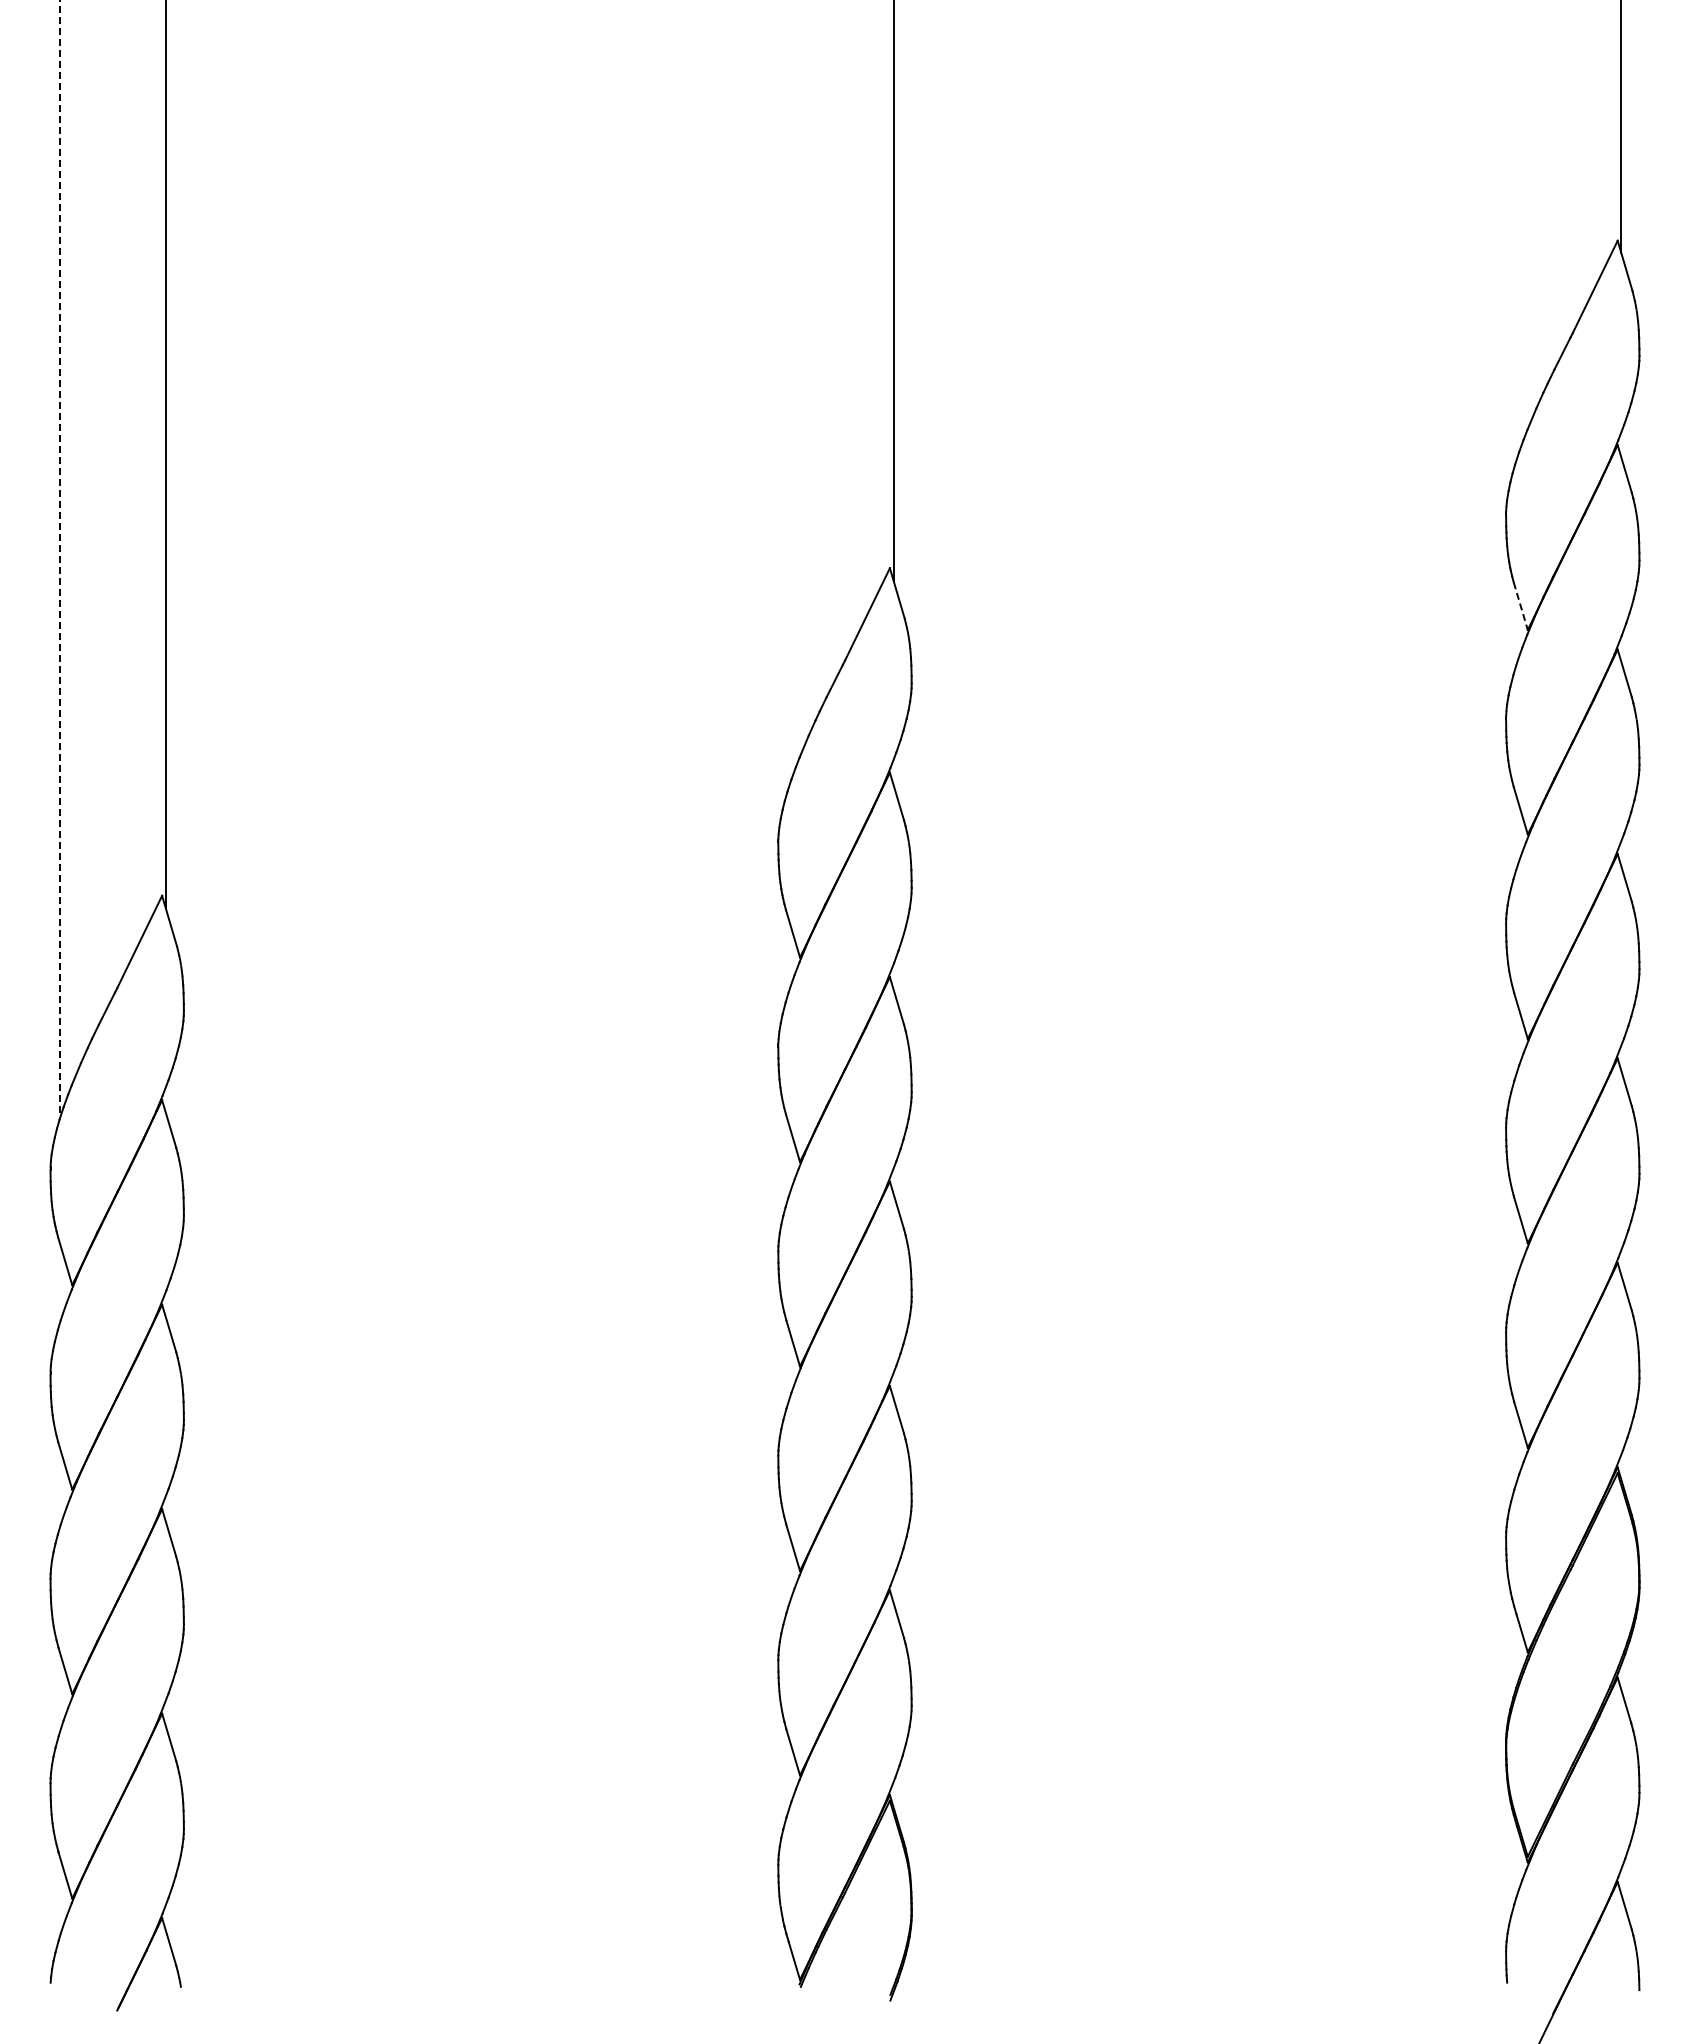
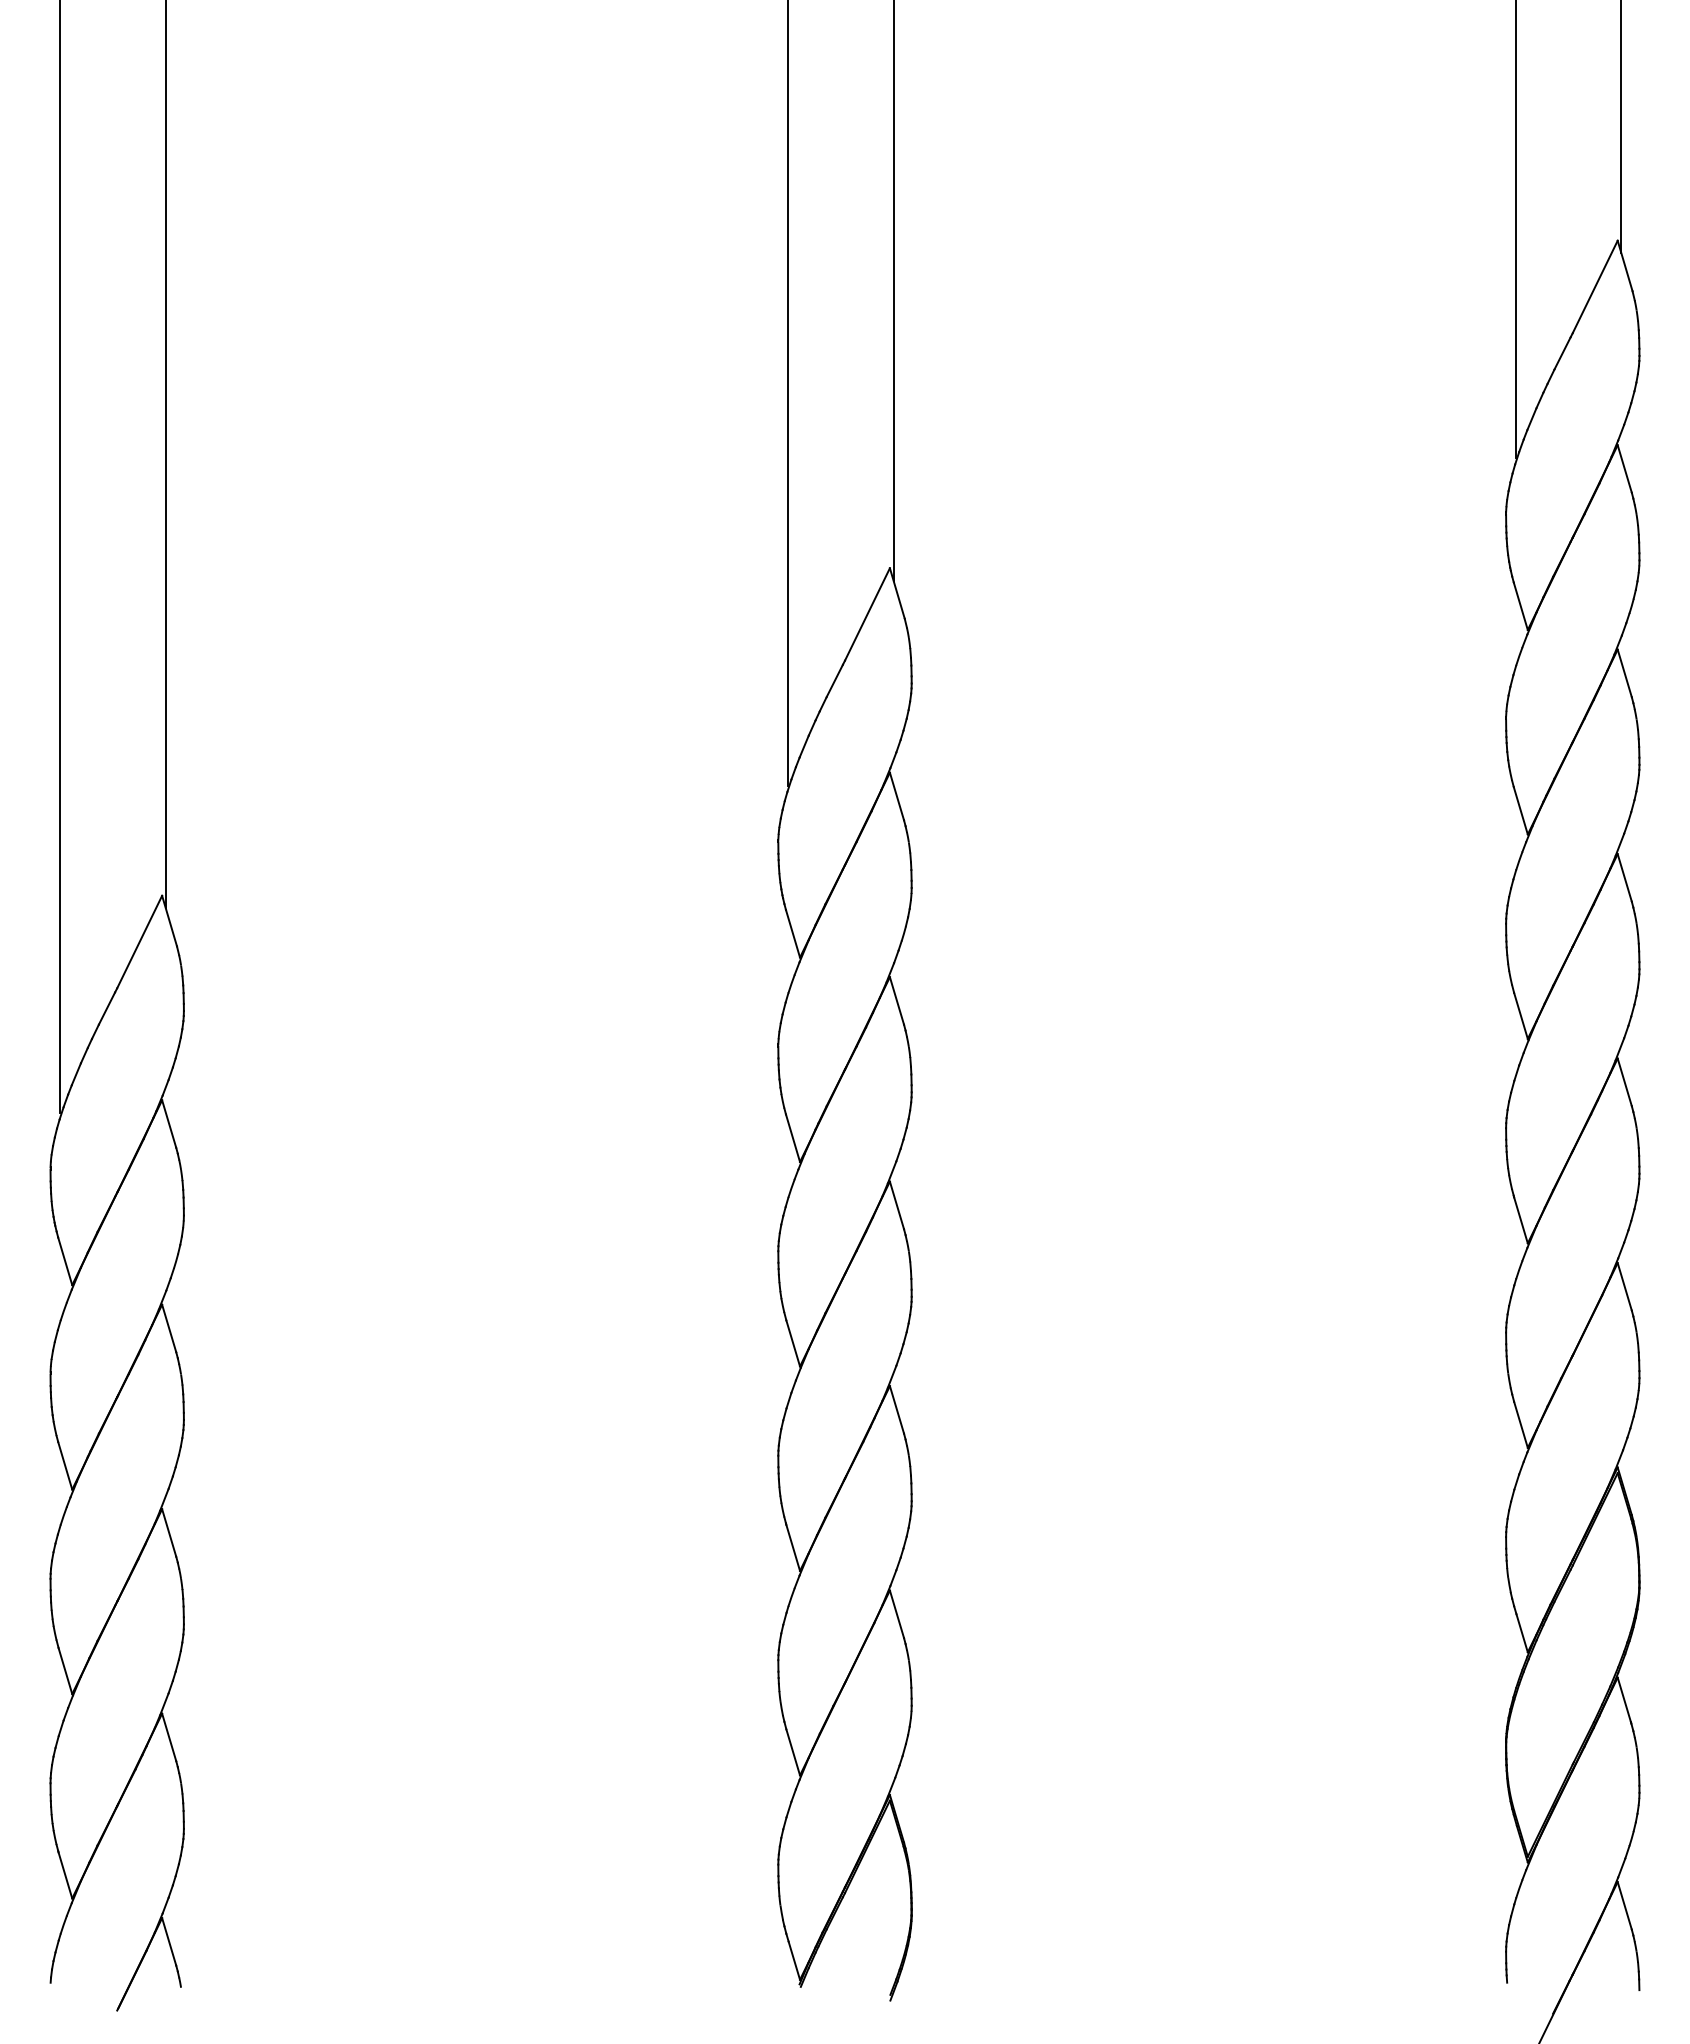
line at (1515, 230): none -> present
line at (787, 393): none -> present
line at (60, 556): dashed -> solid
line at (1520, 606): dashed -> solid
